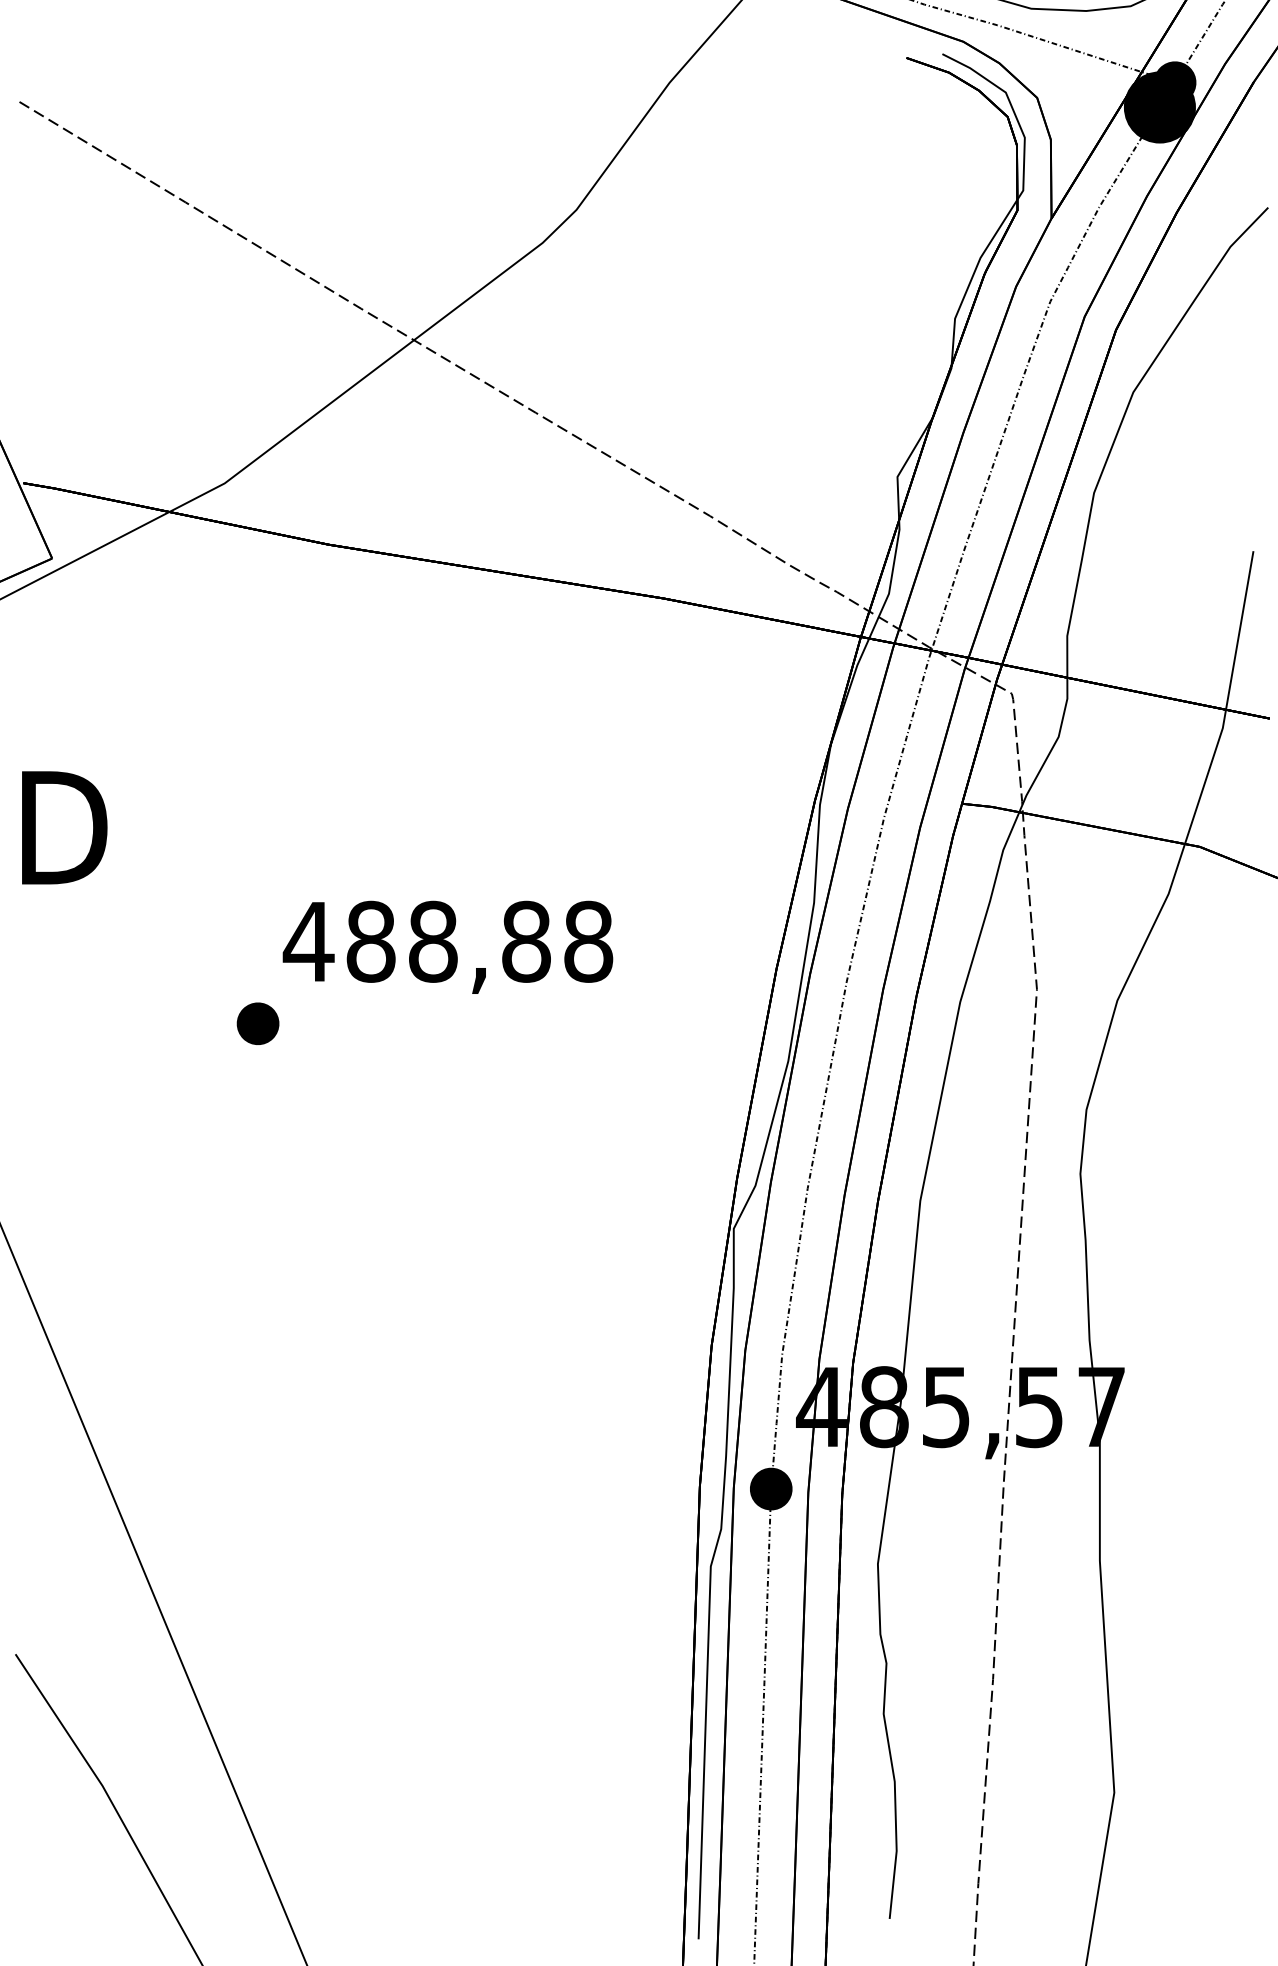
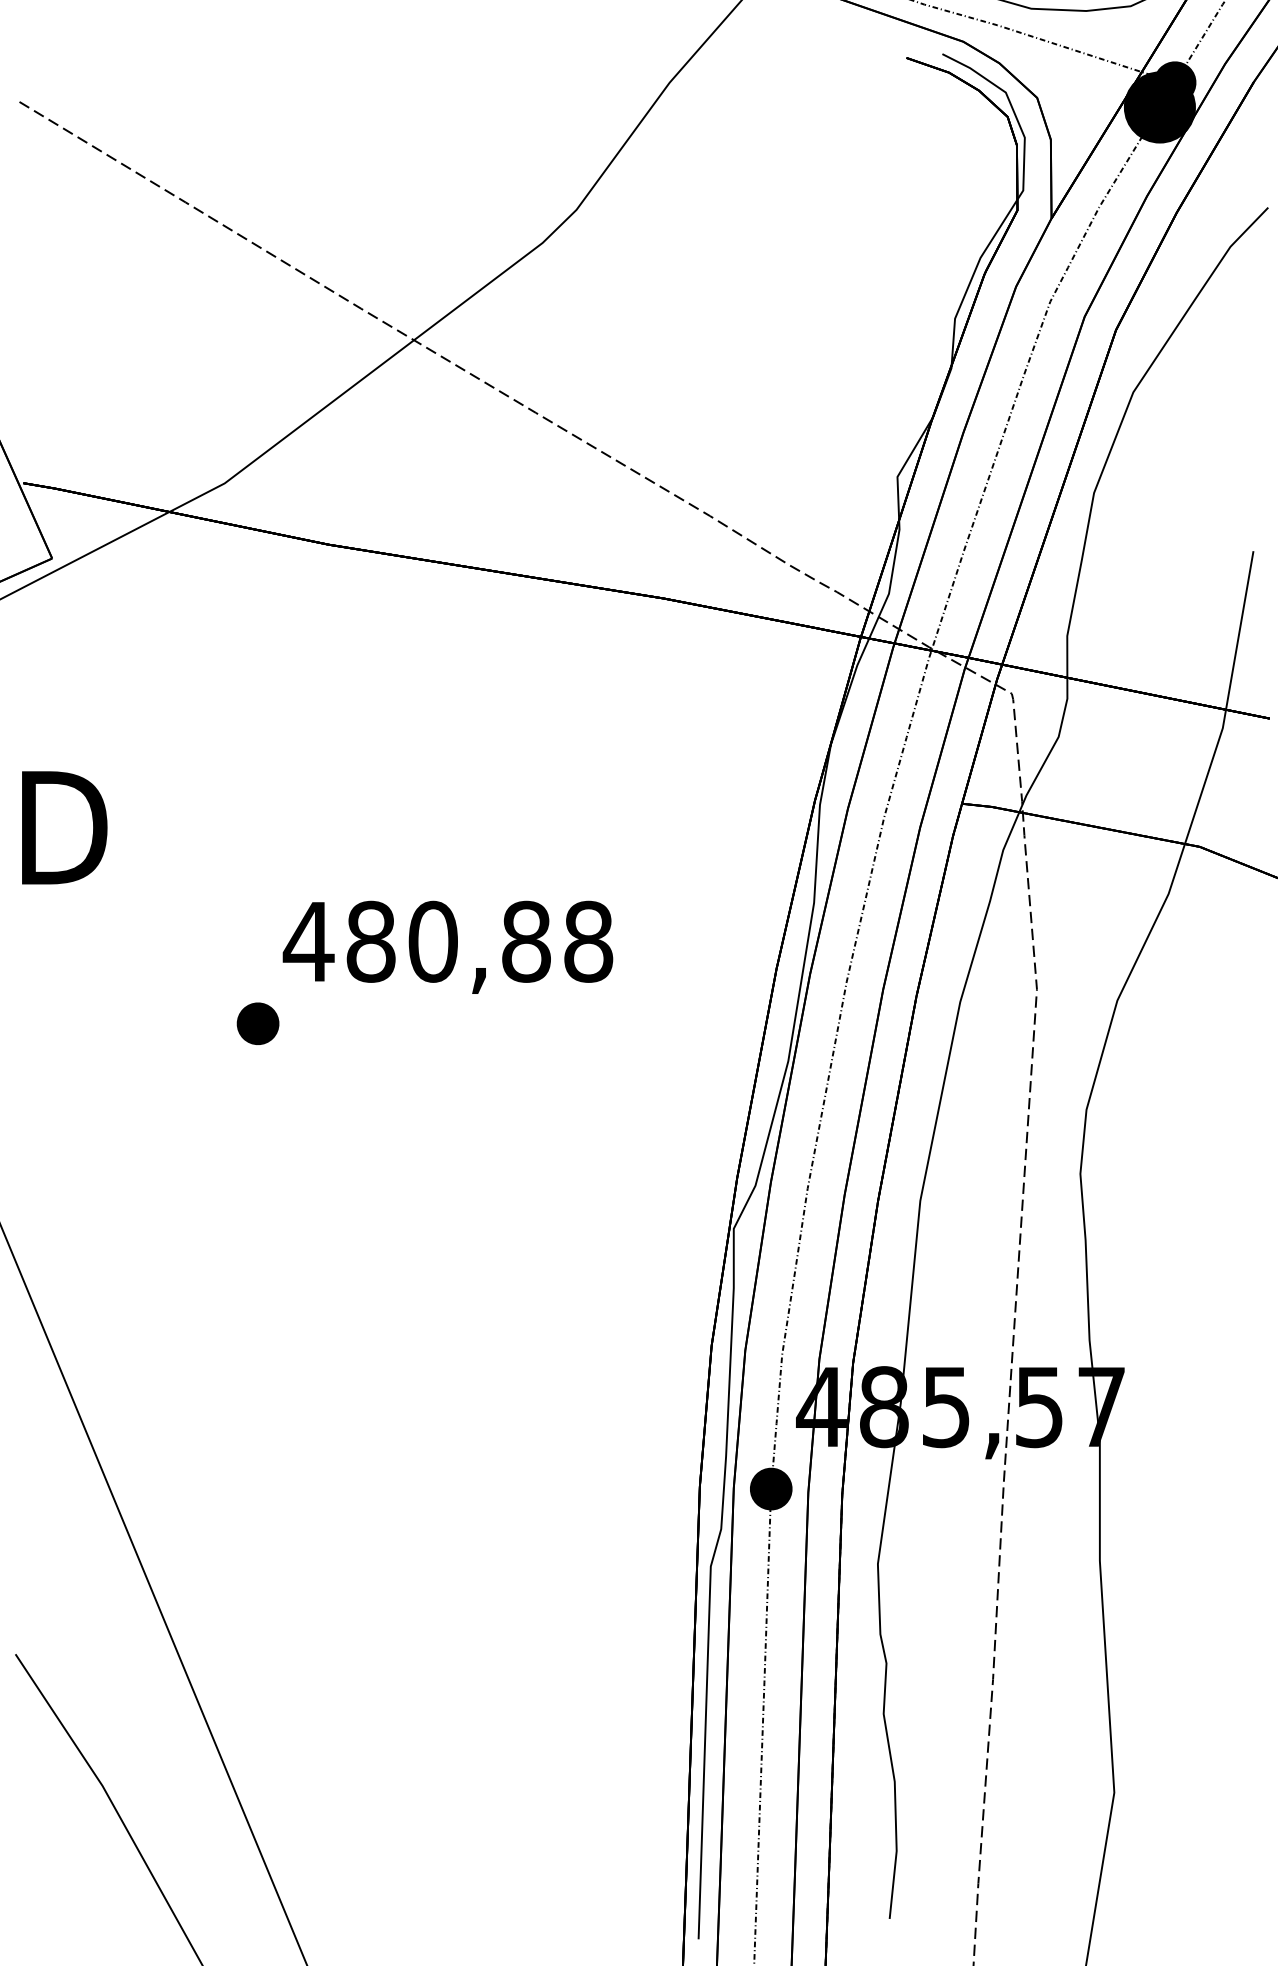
text at (432, 941): 488,88 -> 480,88
